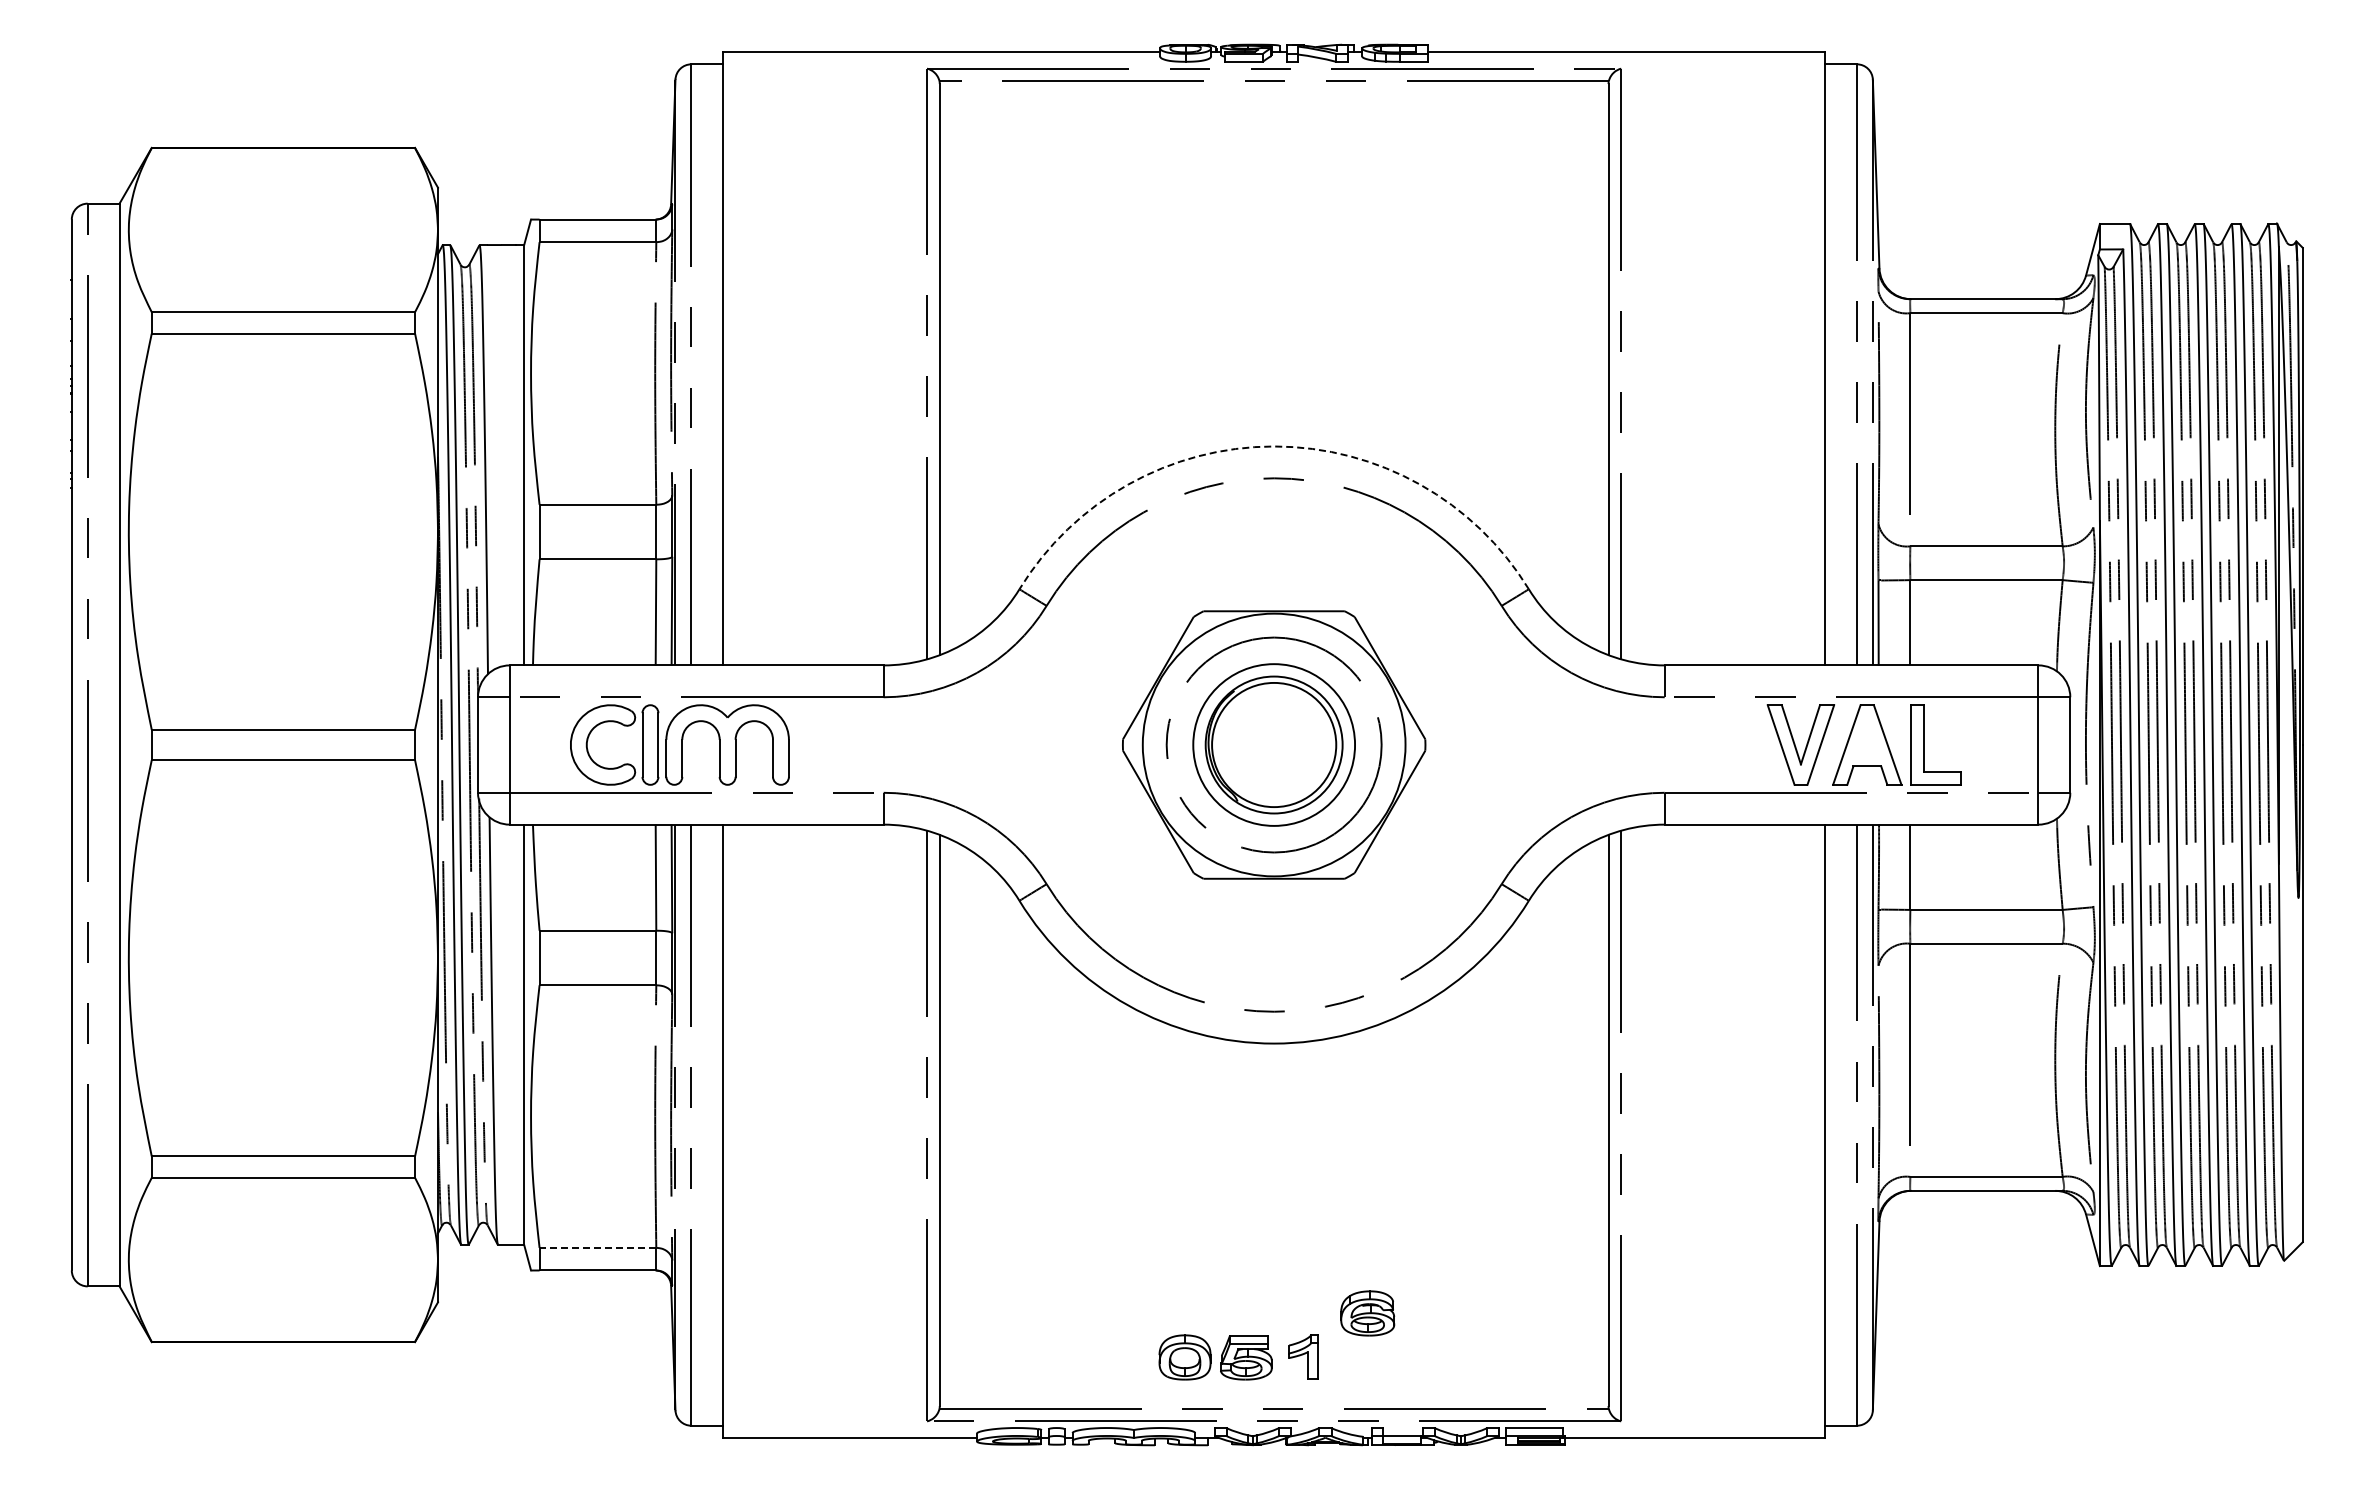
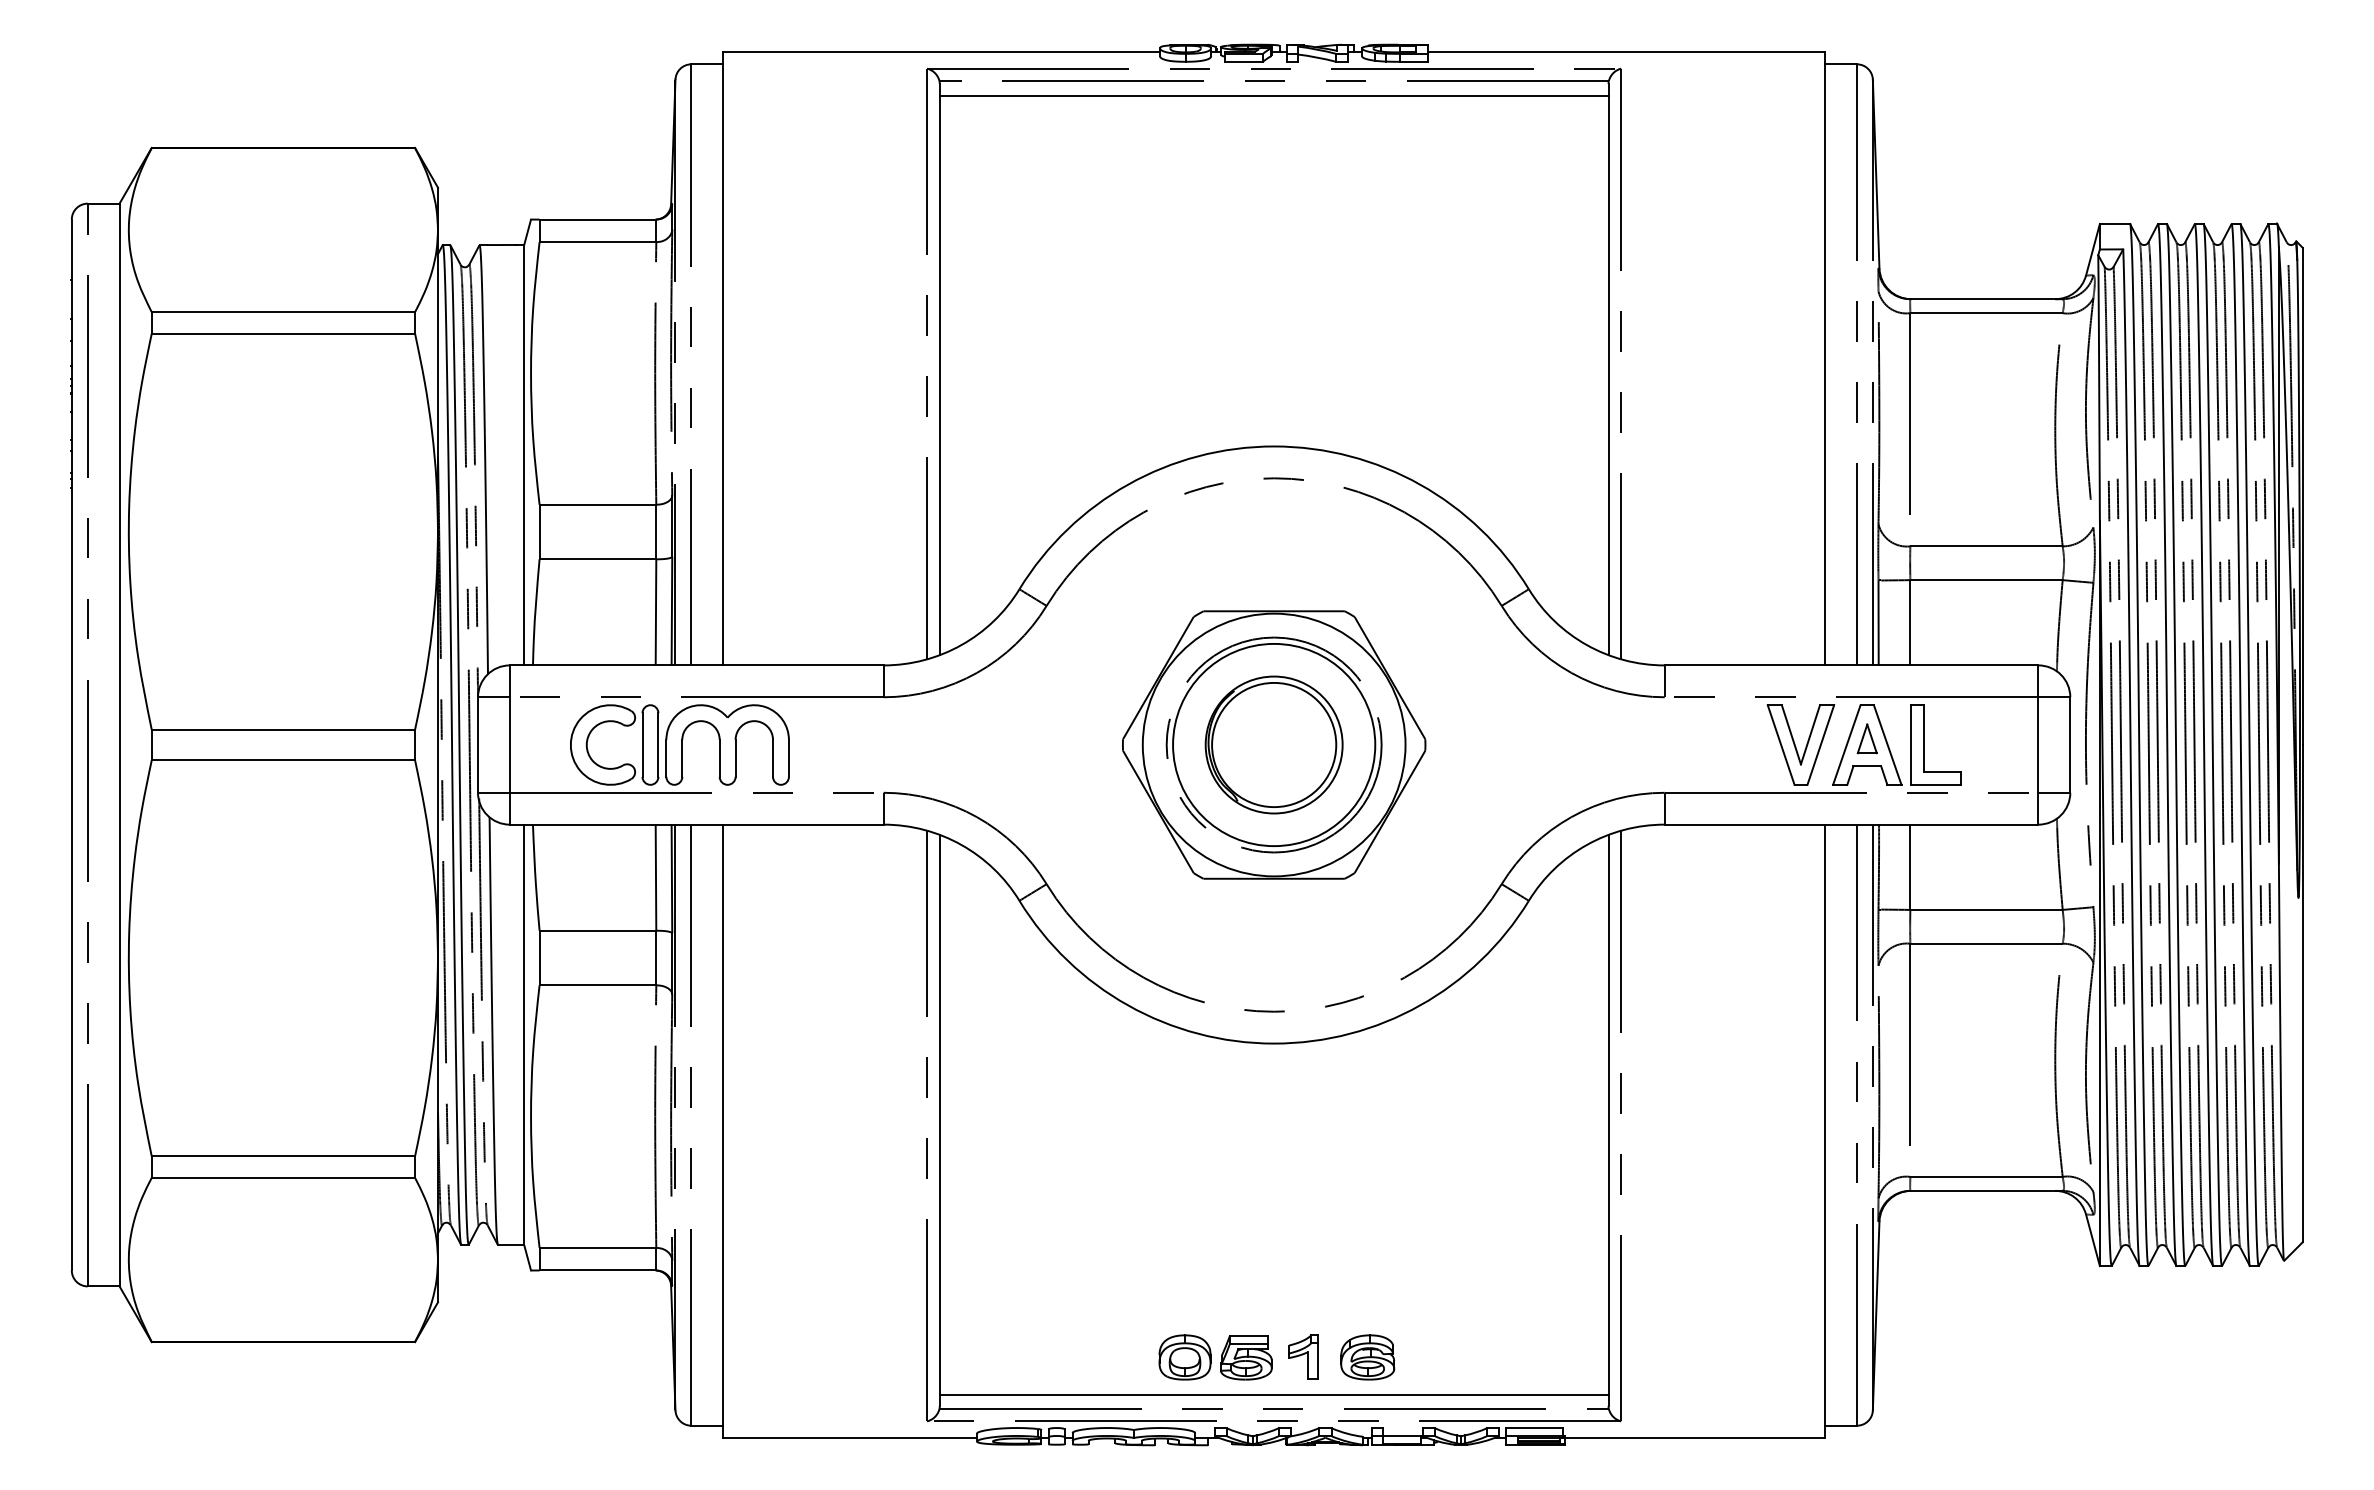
line at (1273, 95): none -> present
arc at (1274, 446): dashed -> solid
part at (1866, 738): none -> present
circle at (1274, 744) diameter: 162 px -> 202 px
line at (597, 1247): dashed -> solid
part at (1367, 1313) position: (1367, 1313) -> (1367, 1357)
line at (1273, 1394): none -> present
